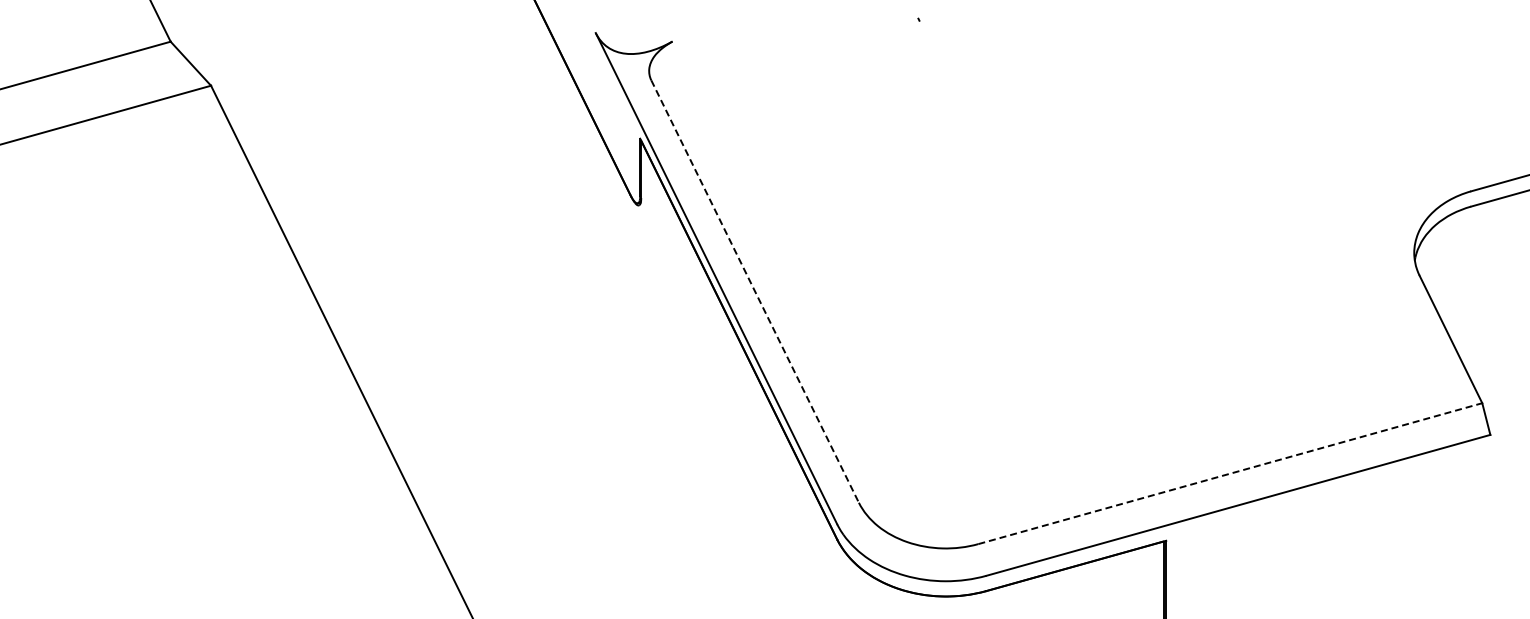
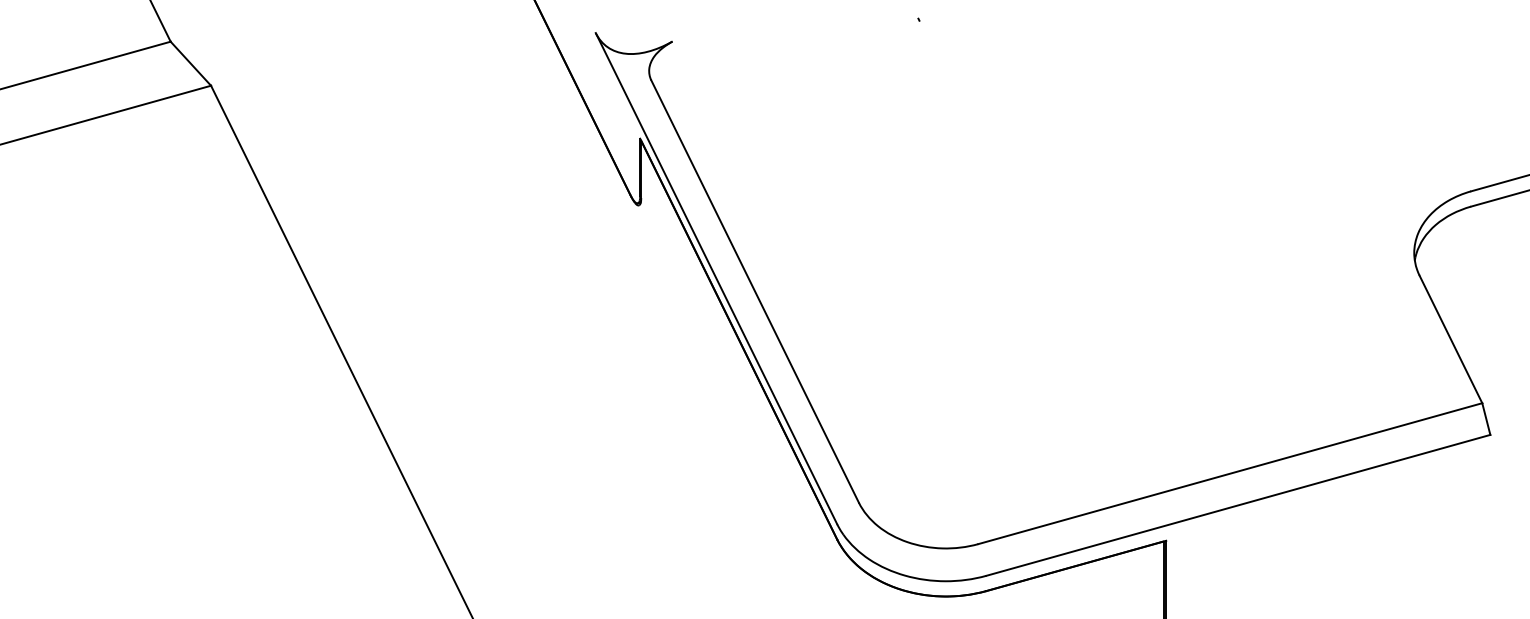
line at (755, 292): dashed -> solid
line at (1230, 473): dashed -> solid
